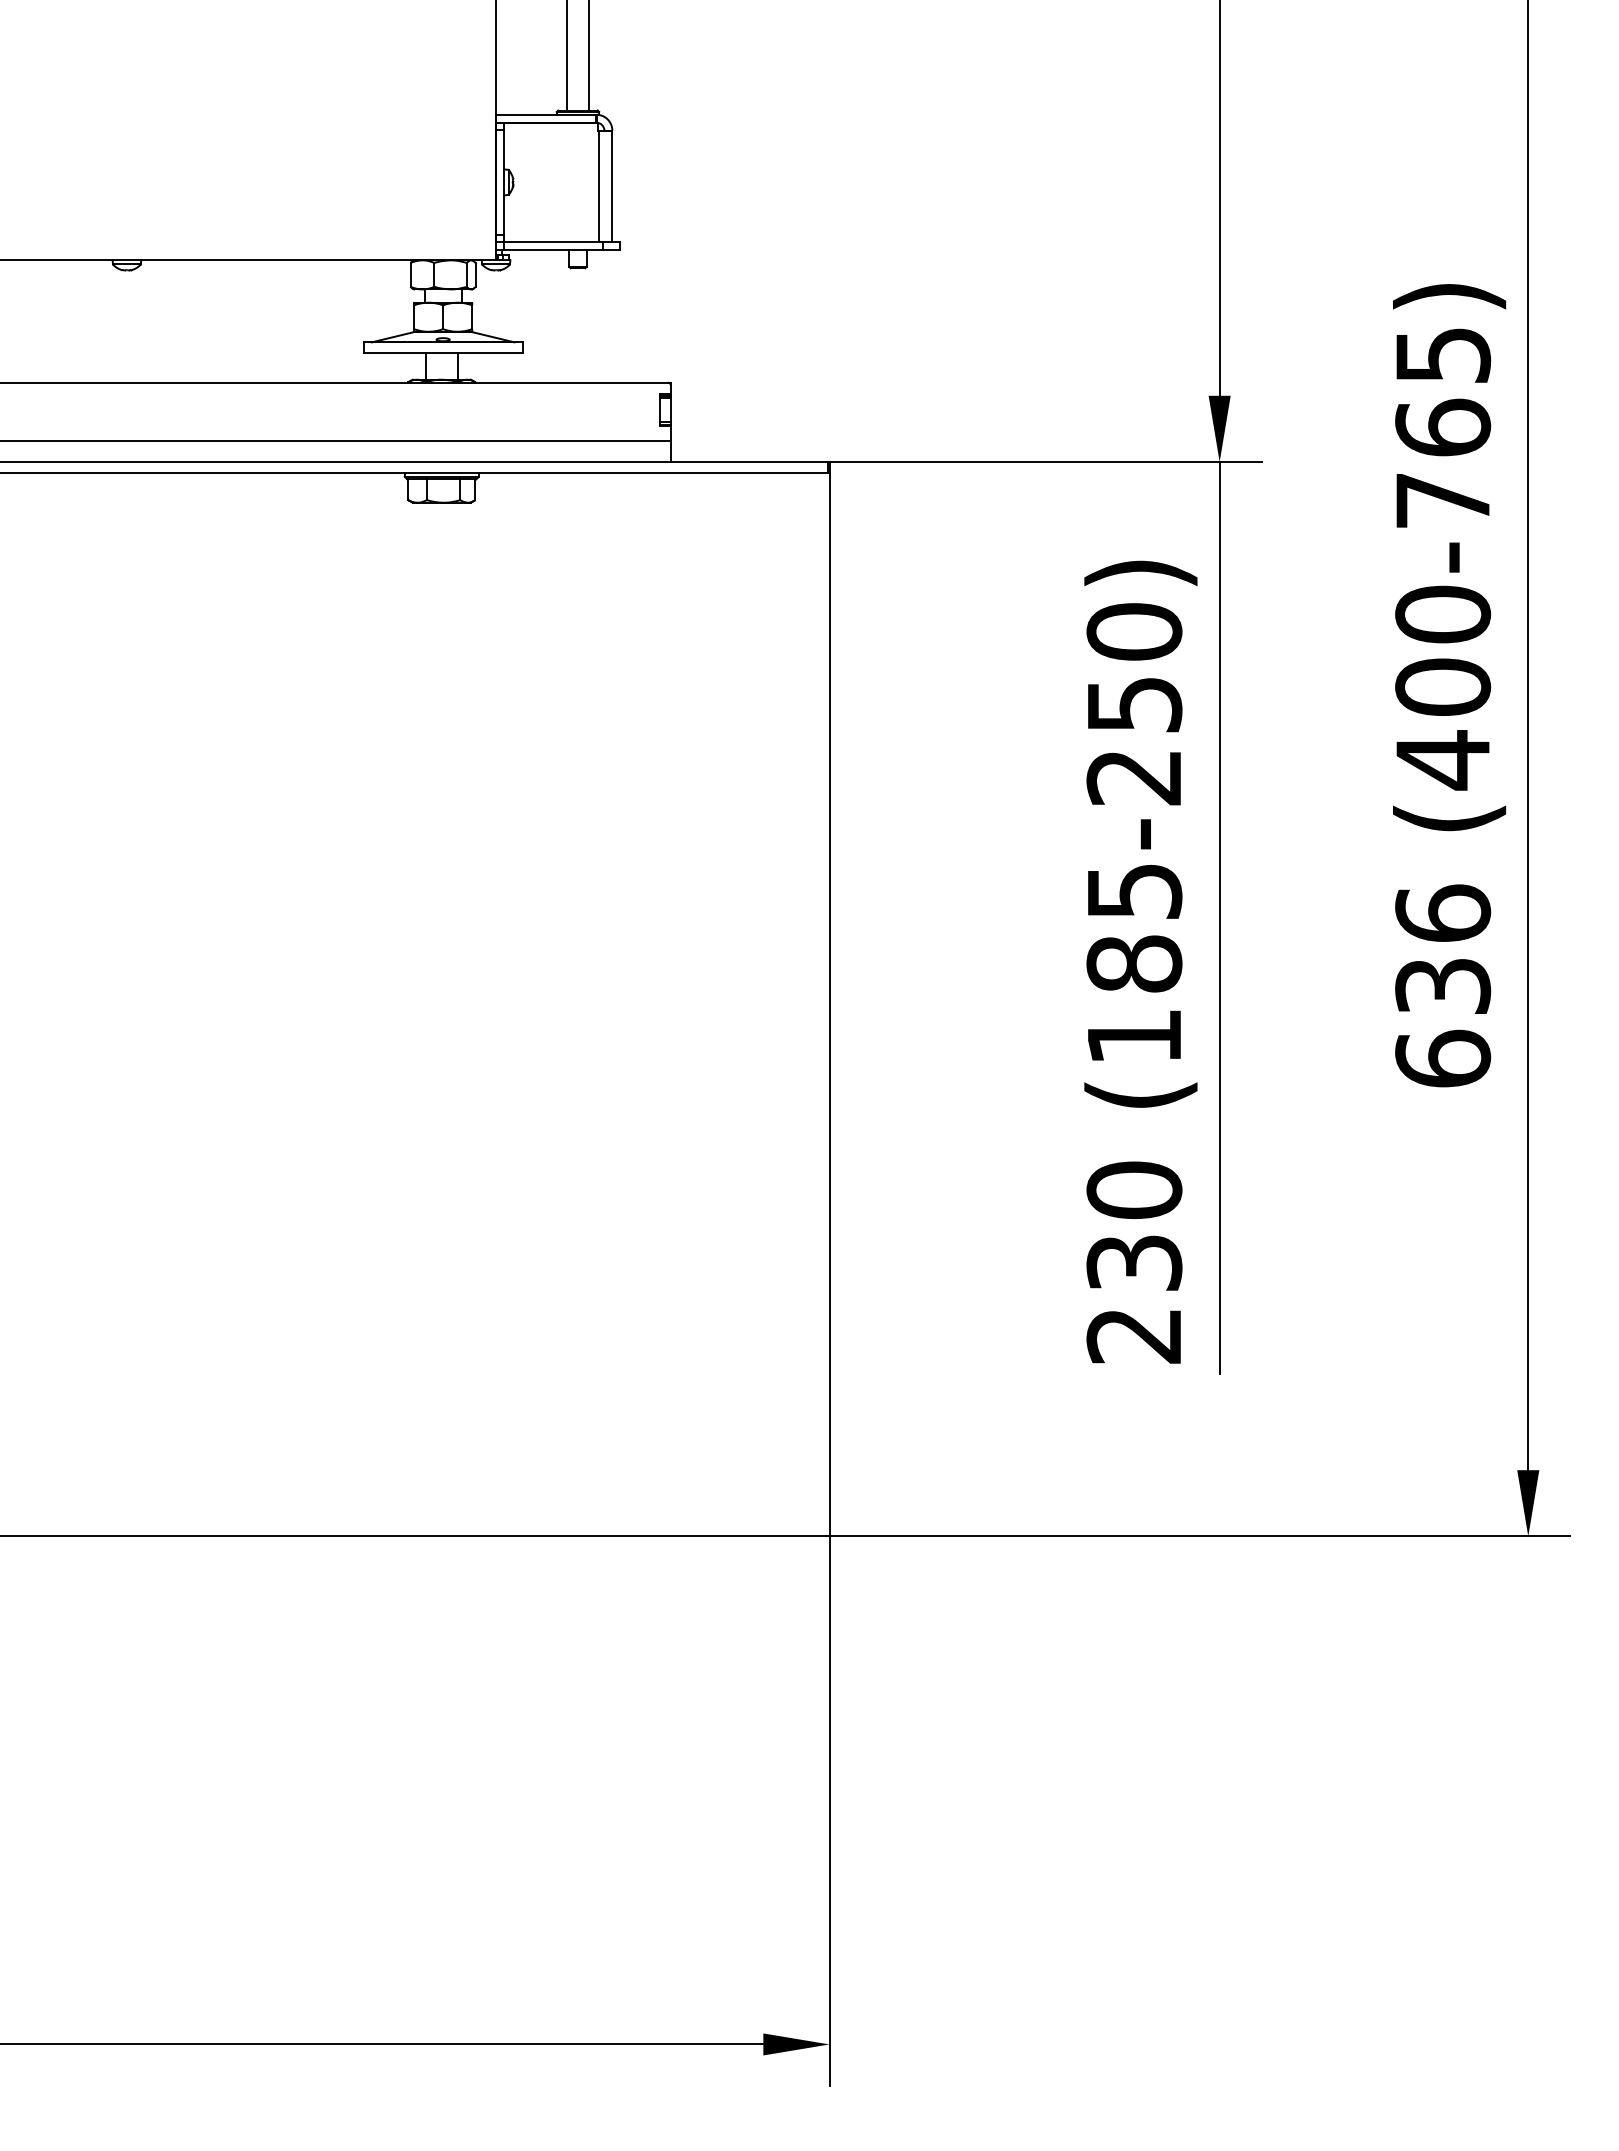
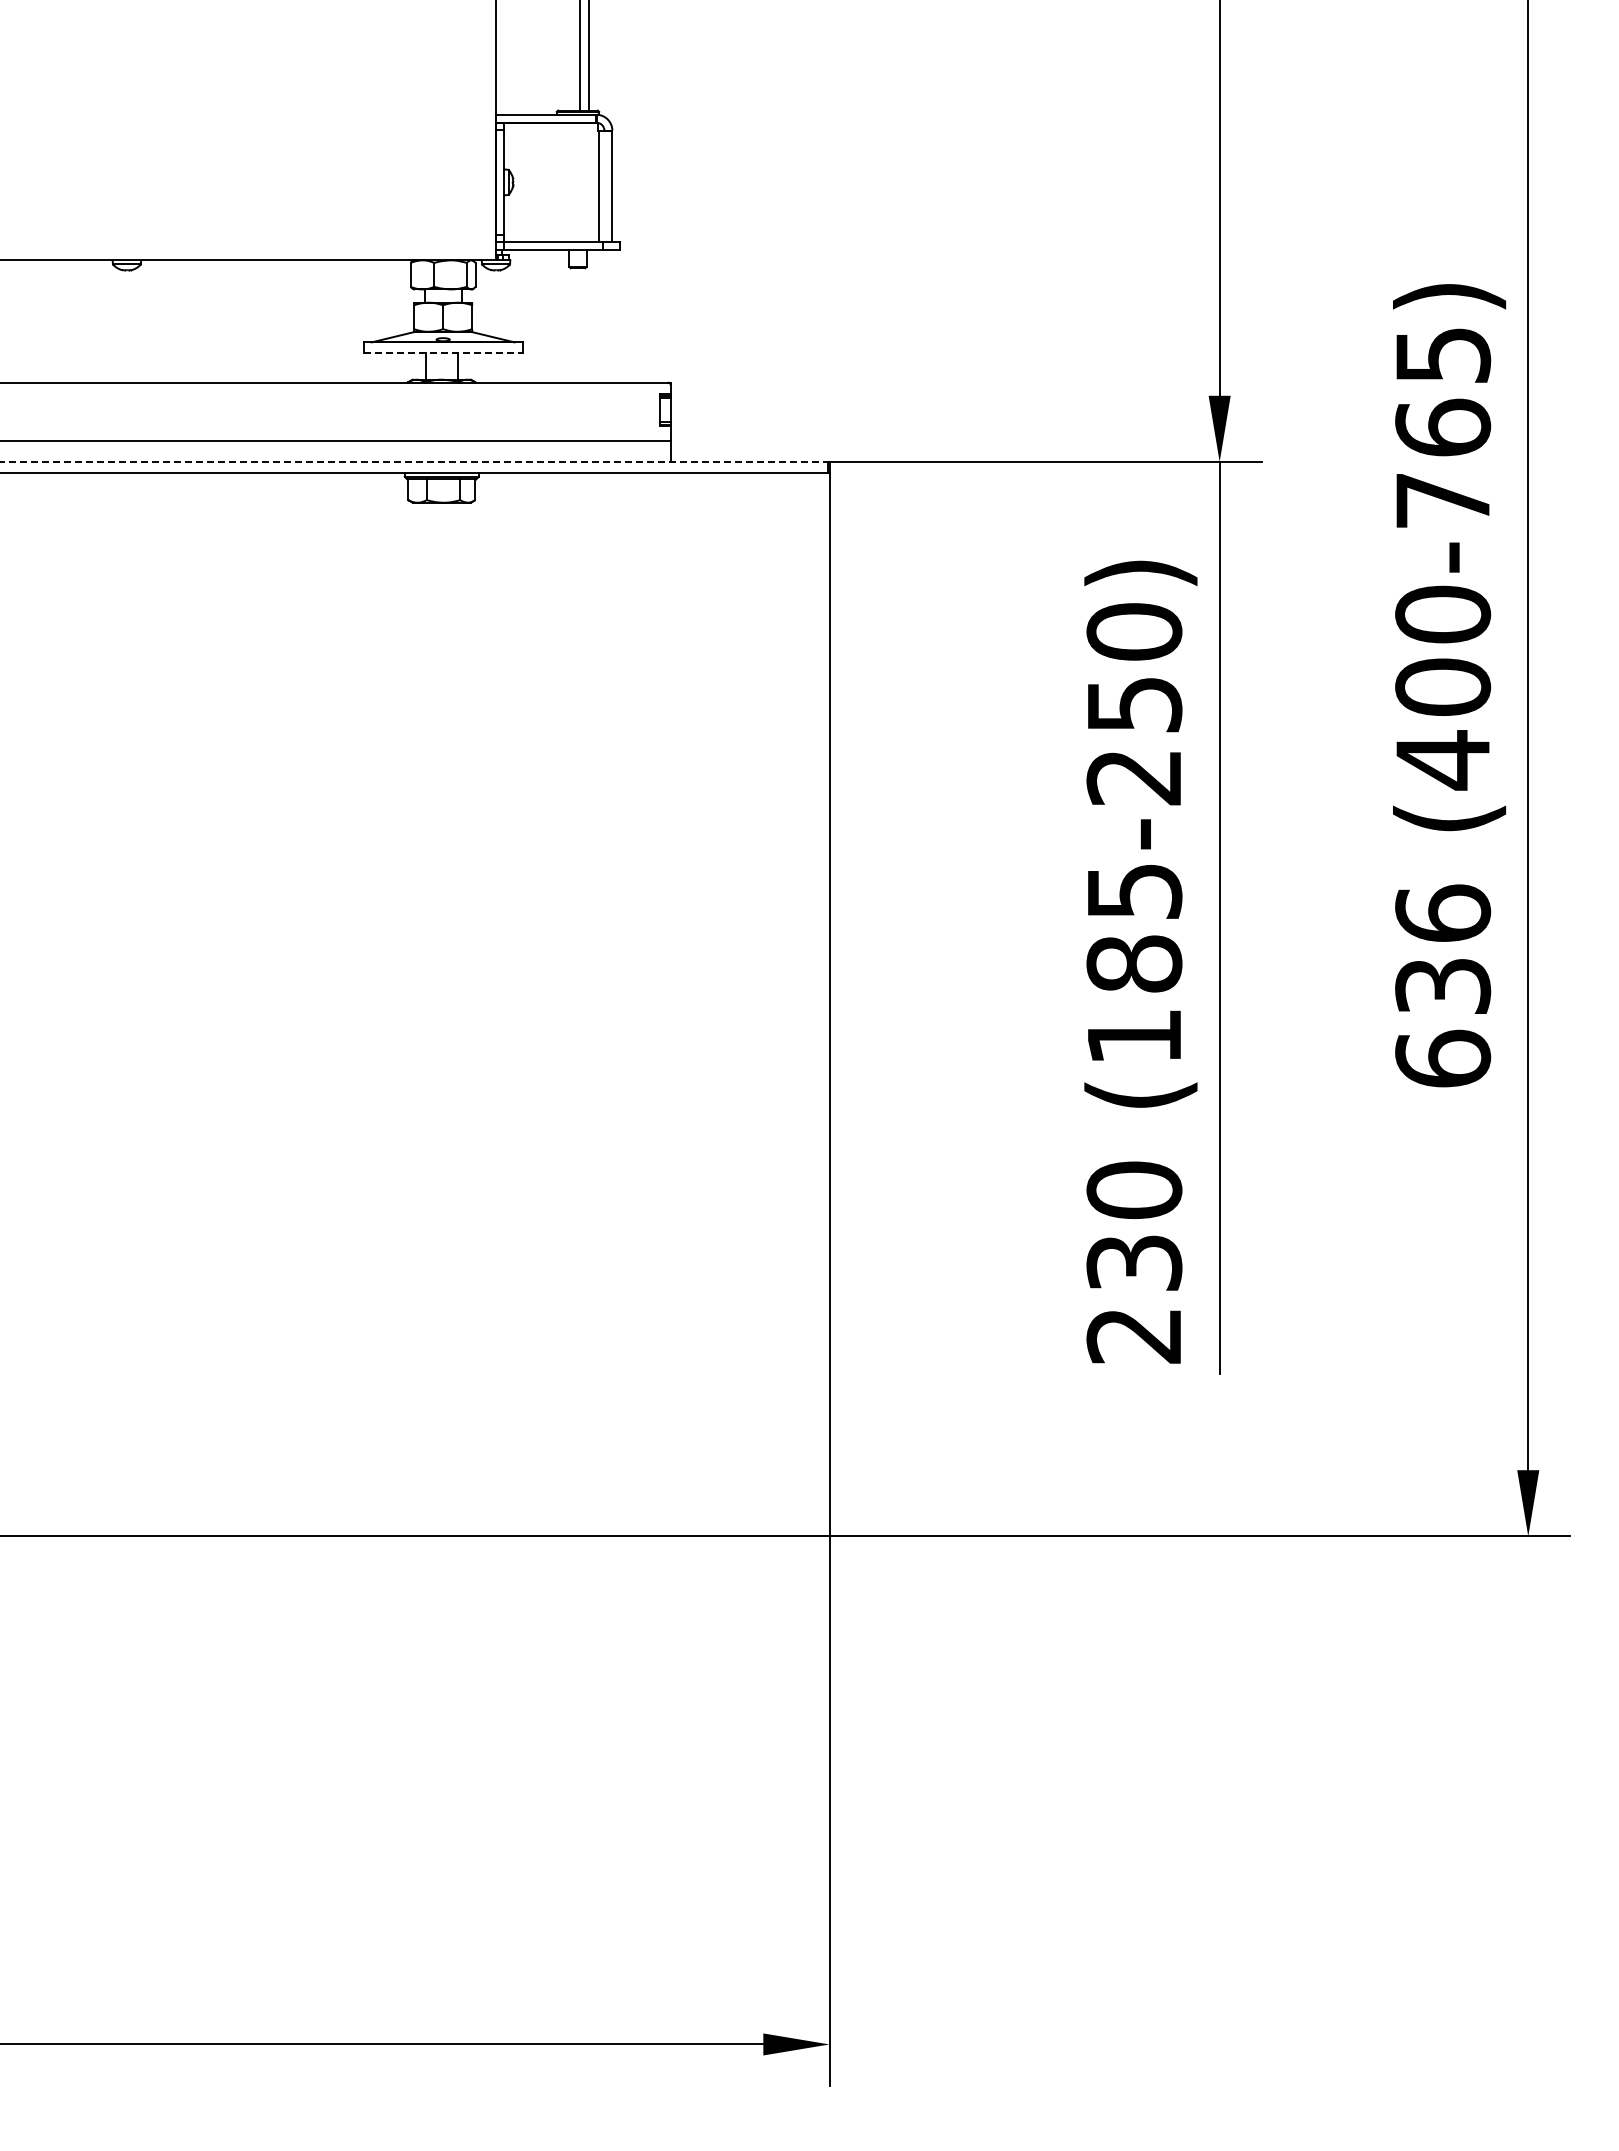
line at (567, 56) position: (567, 56) -> (580, 56)
line at (443, 352): solid -> dashed
line at (414, 461): solid -> dashed
